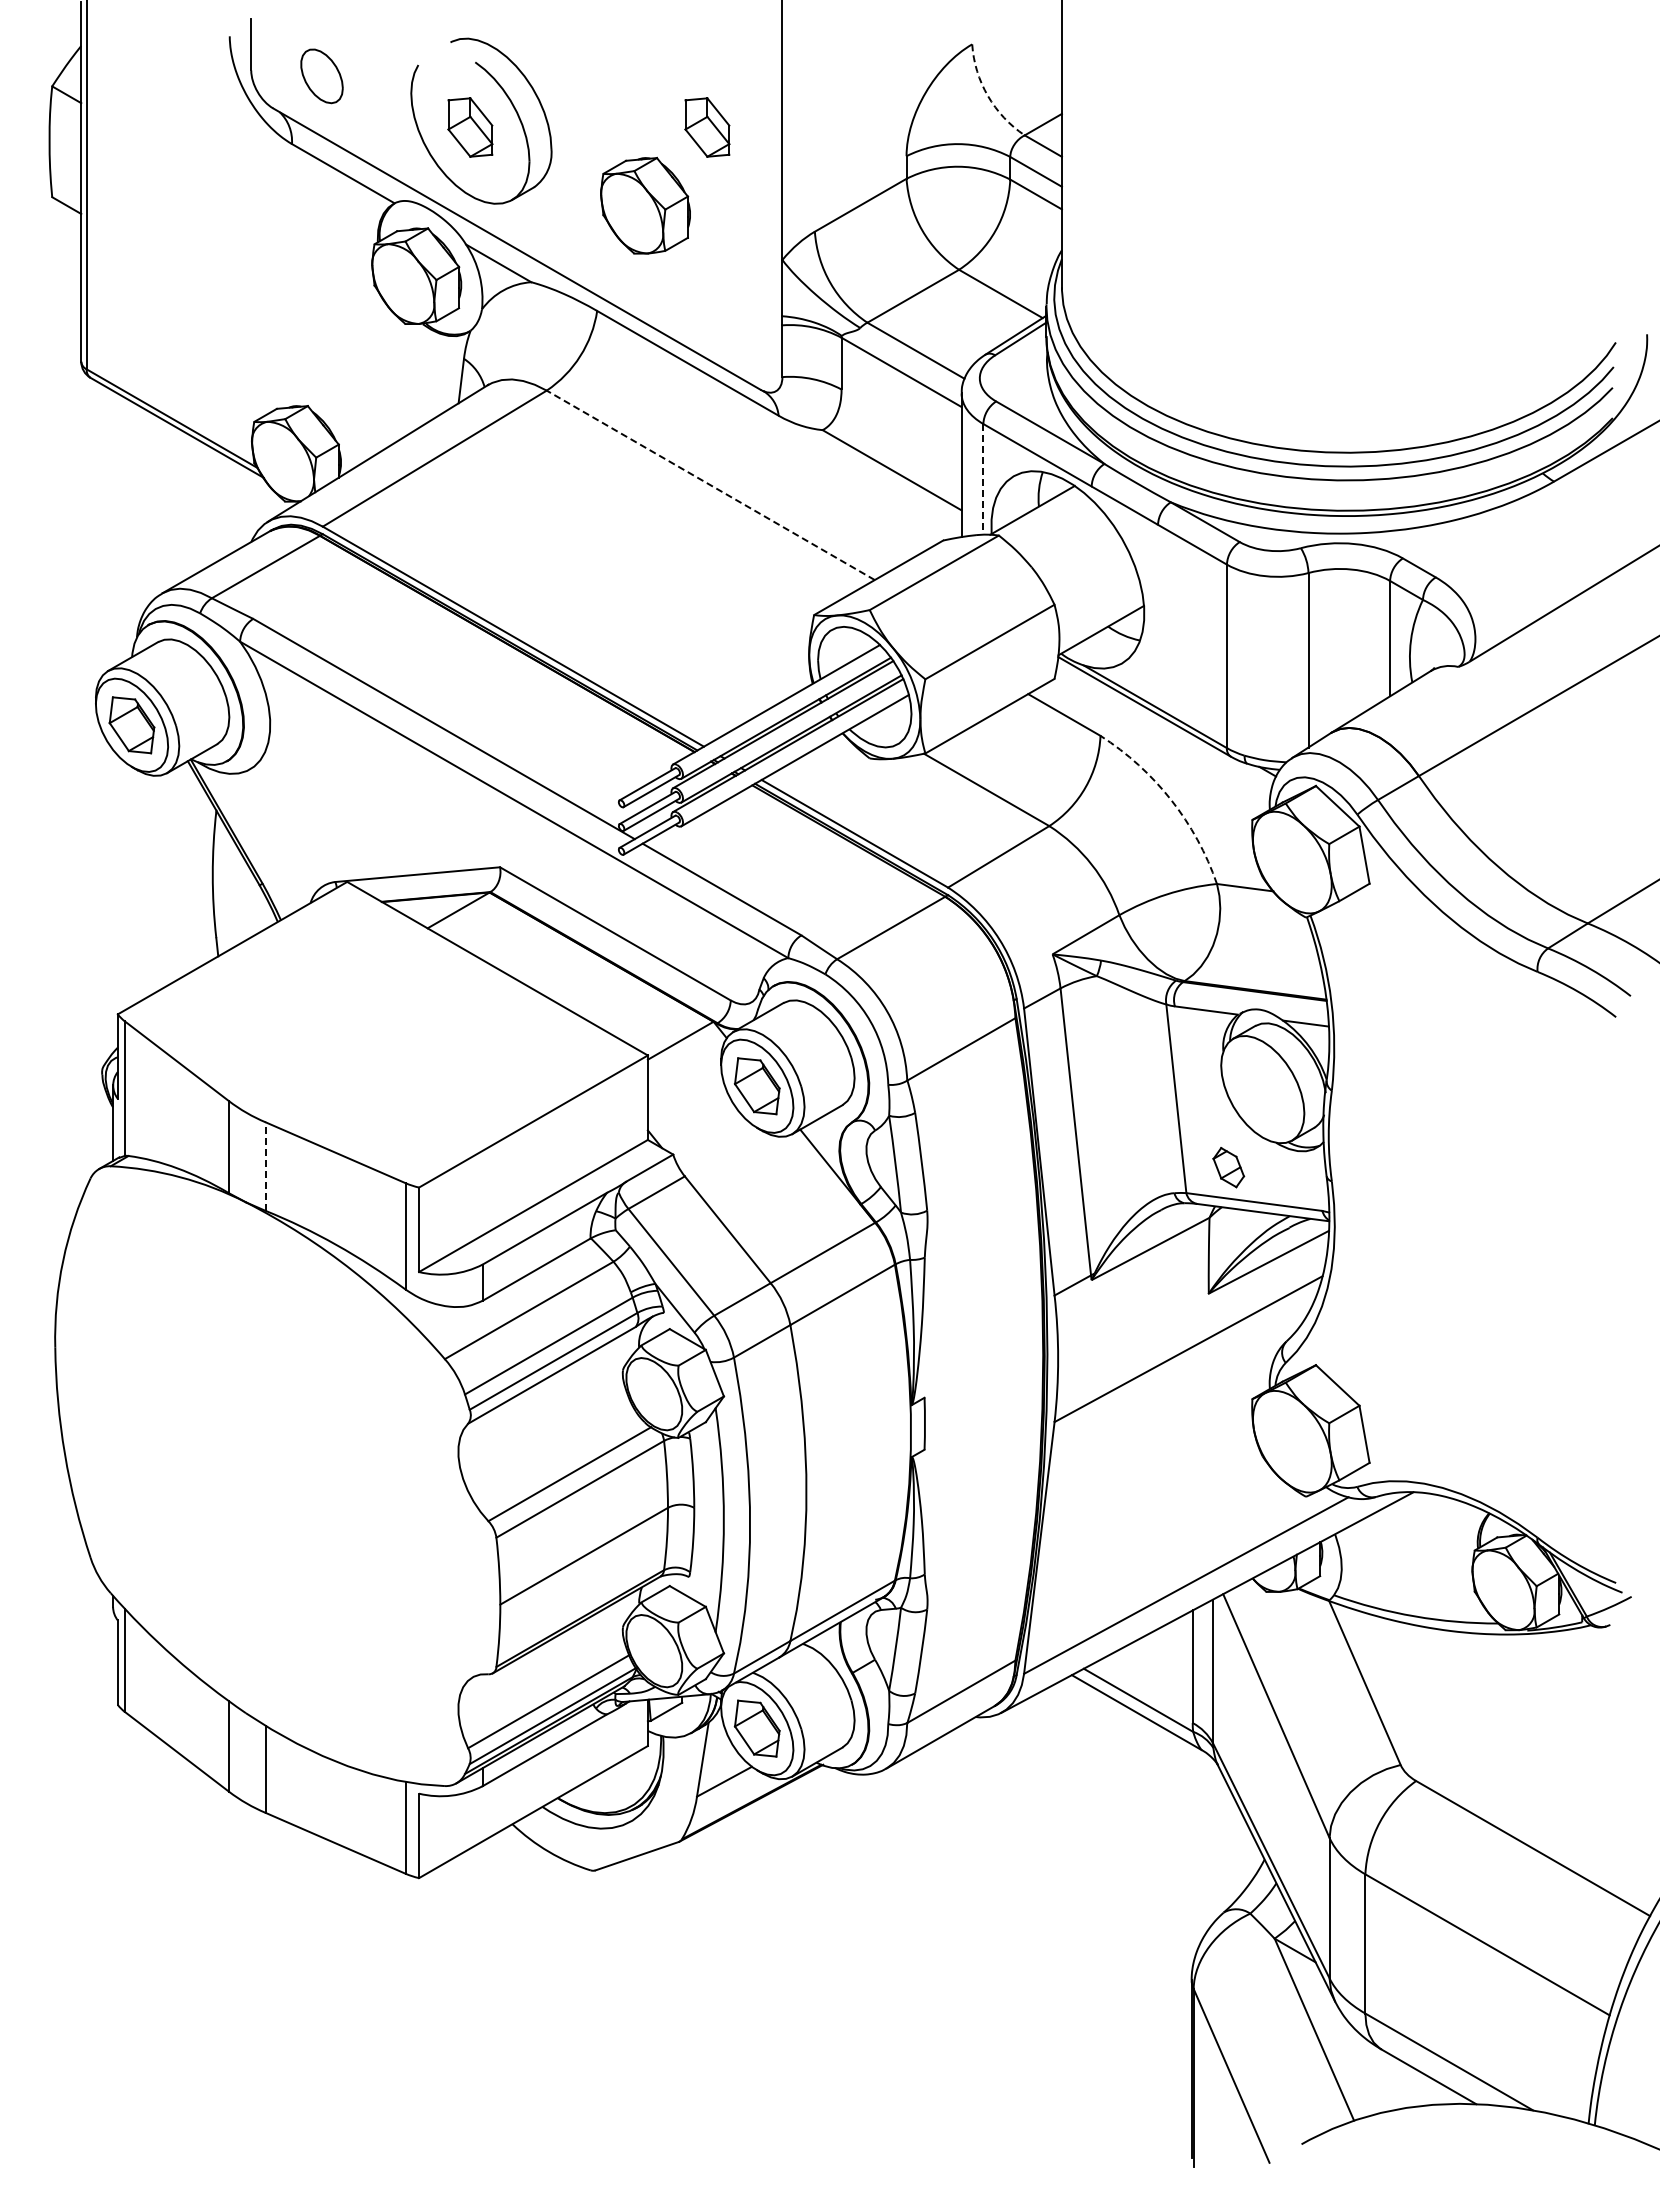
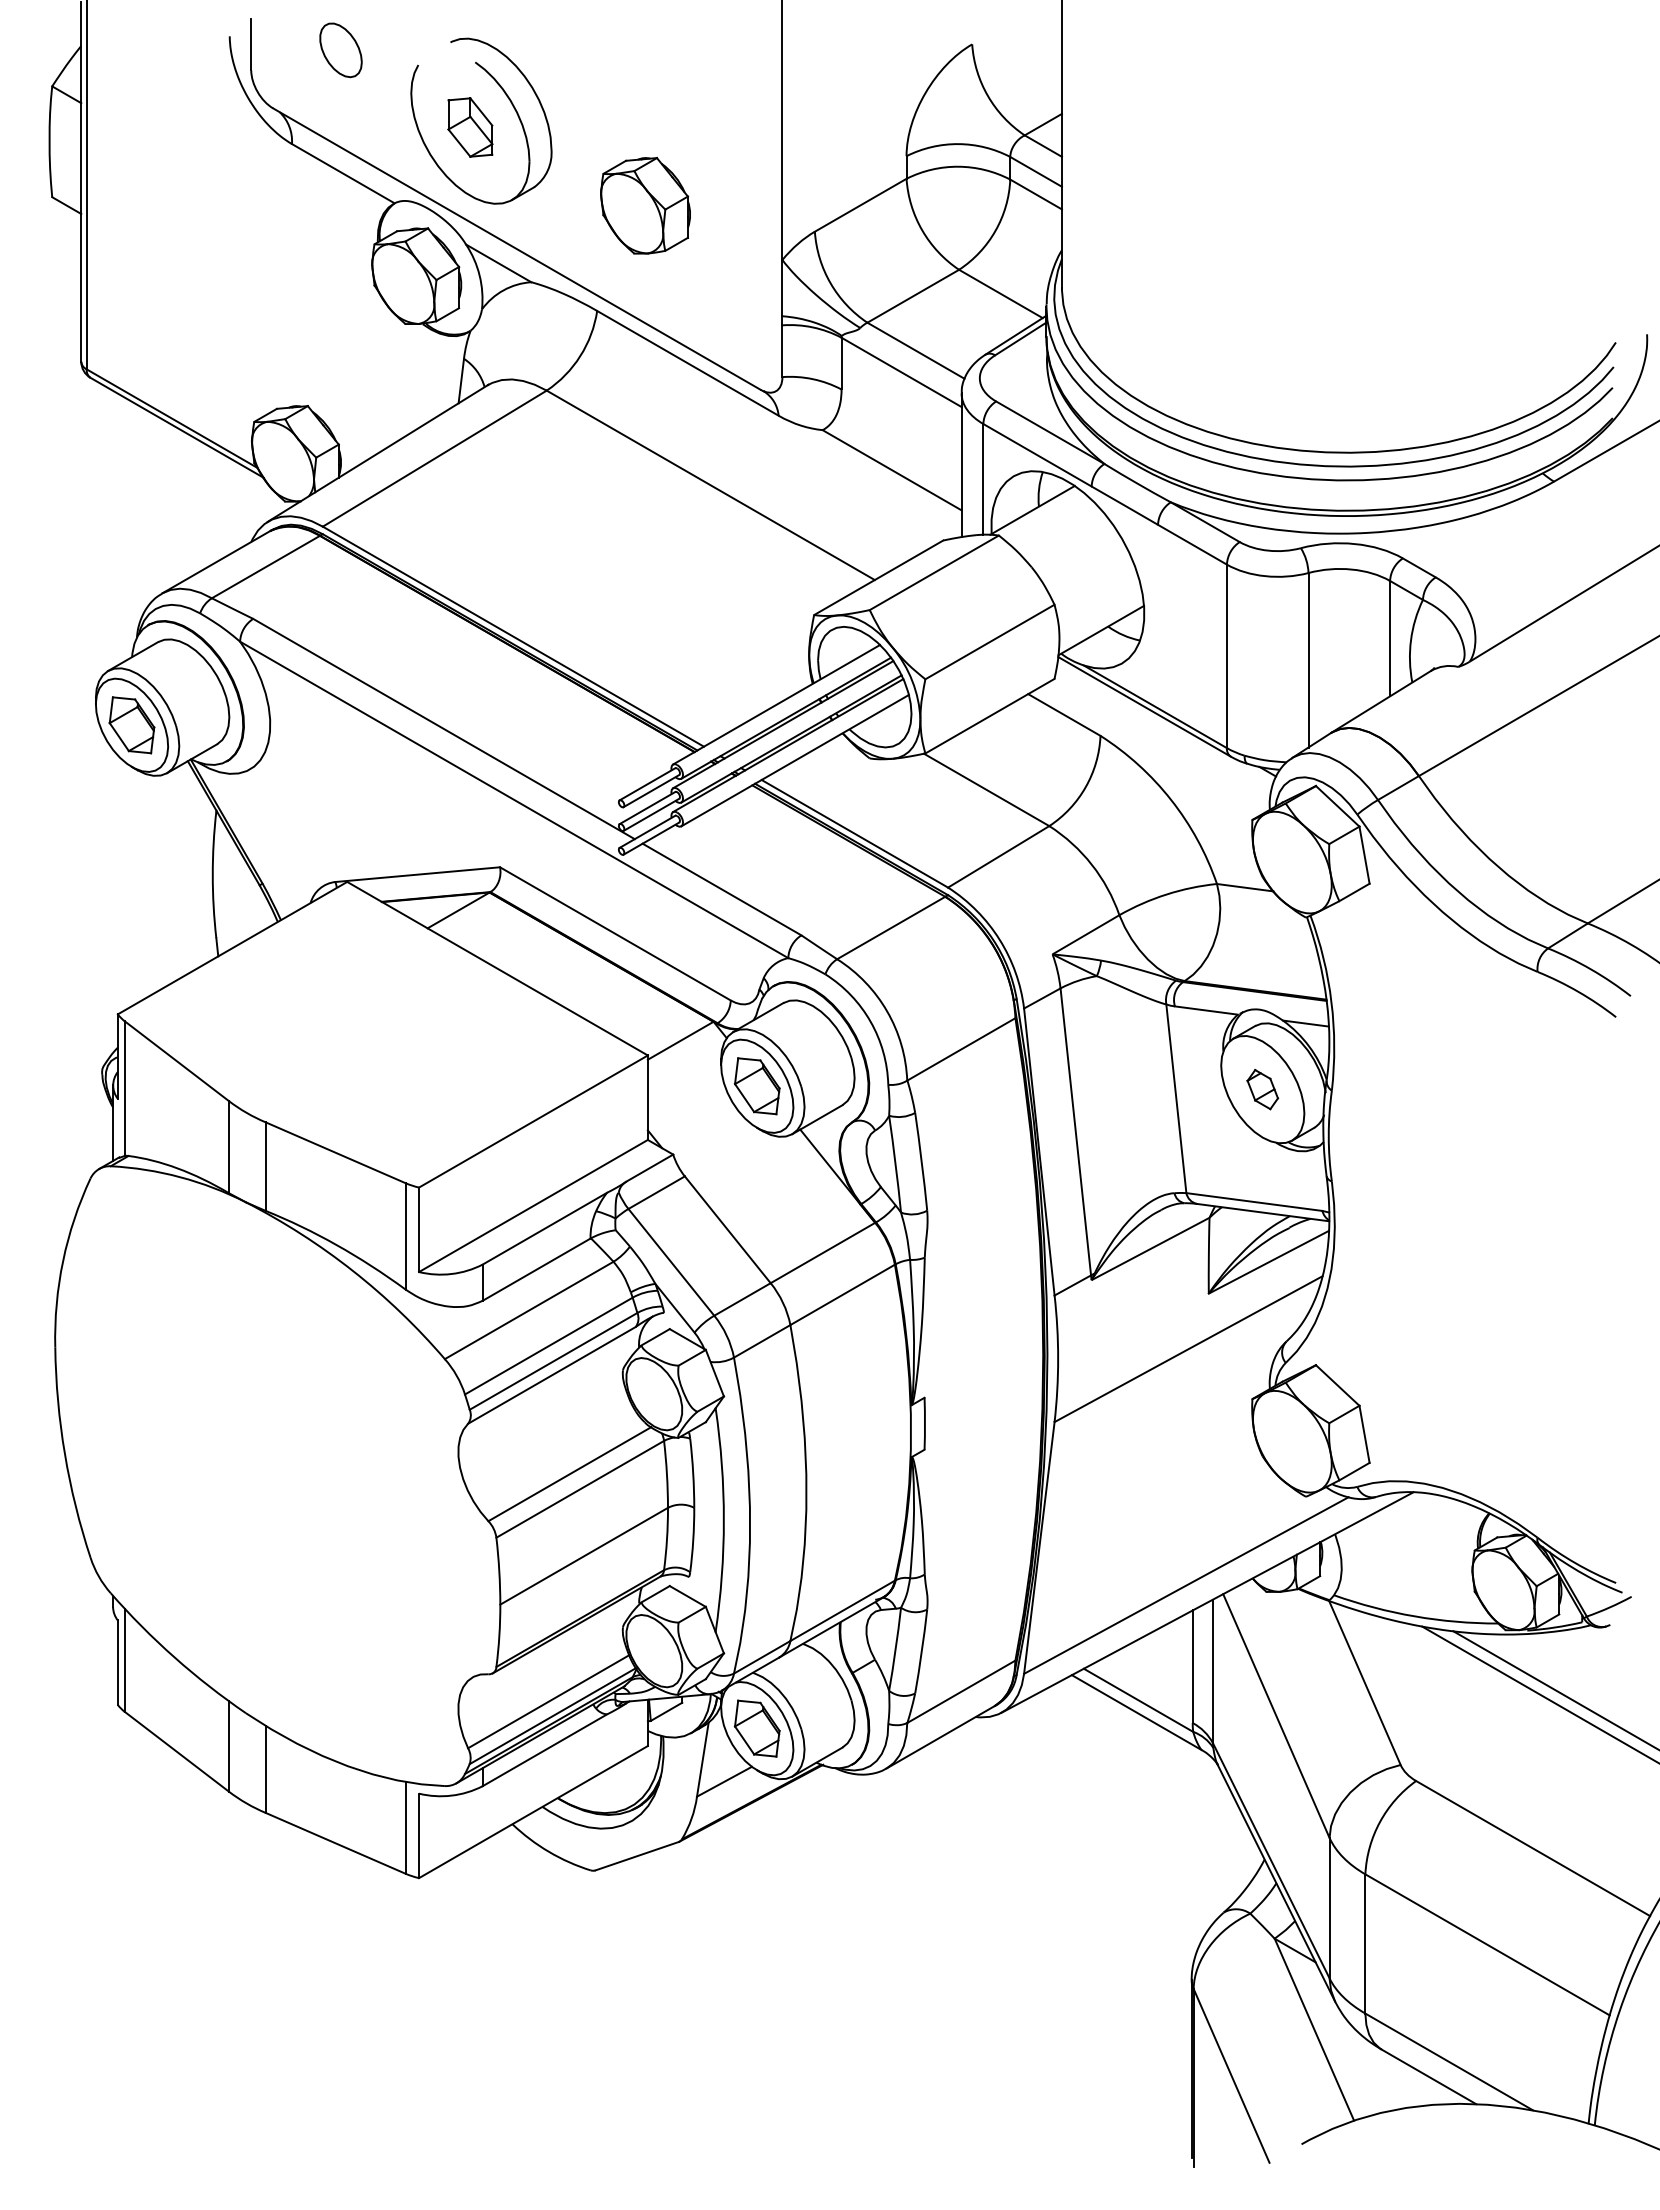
part at (321, 76) position: (321, 76) -> (340, 50)
arc at (987, 95): dashed -> solid
part at (707, 127): present -> none
line at (983, 479): dashed -> solid
line at (710, 485): dashed -> solid
arc at (1171, 800): dashed -> solid
line at (265, 1166): dashed -> solid
part at (1228, 1167) position: (1228, 1167) -> (1262, 1089)
line at (1554, 1689): none -> present
line at (1539, 1693): none -> present
